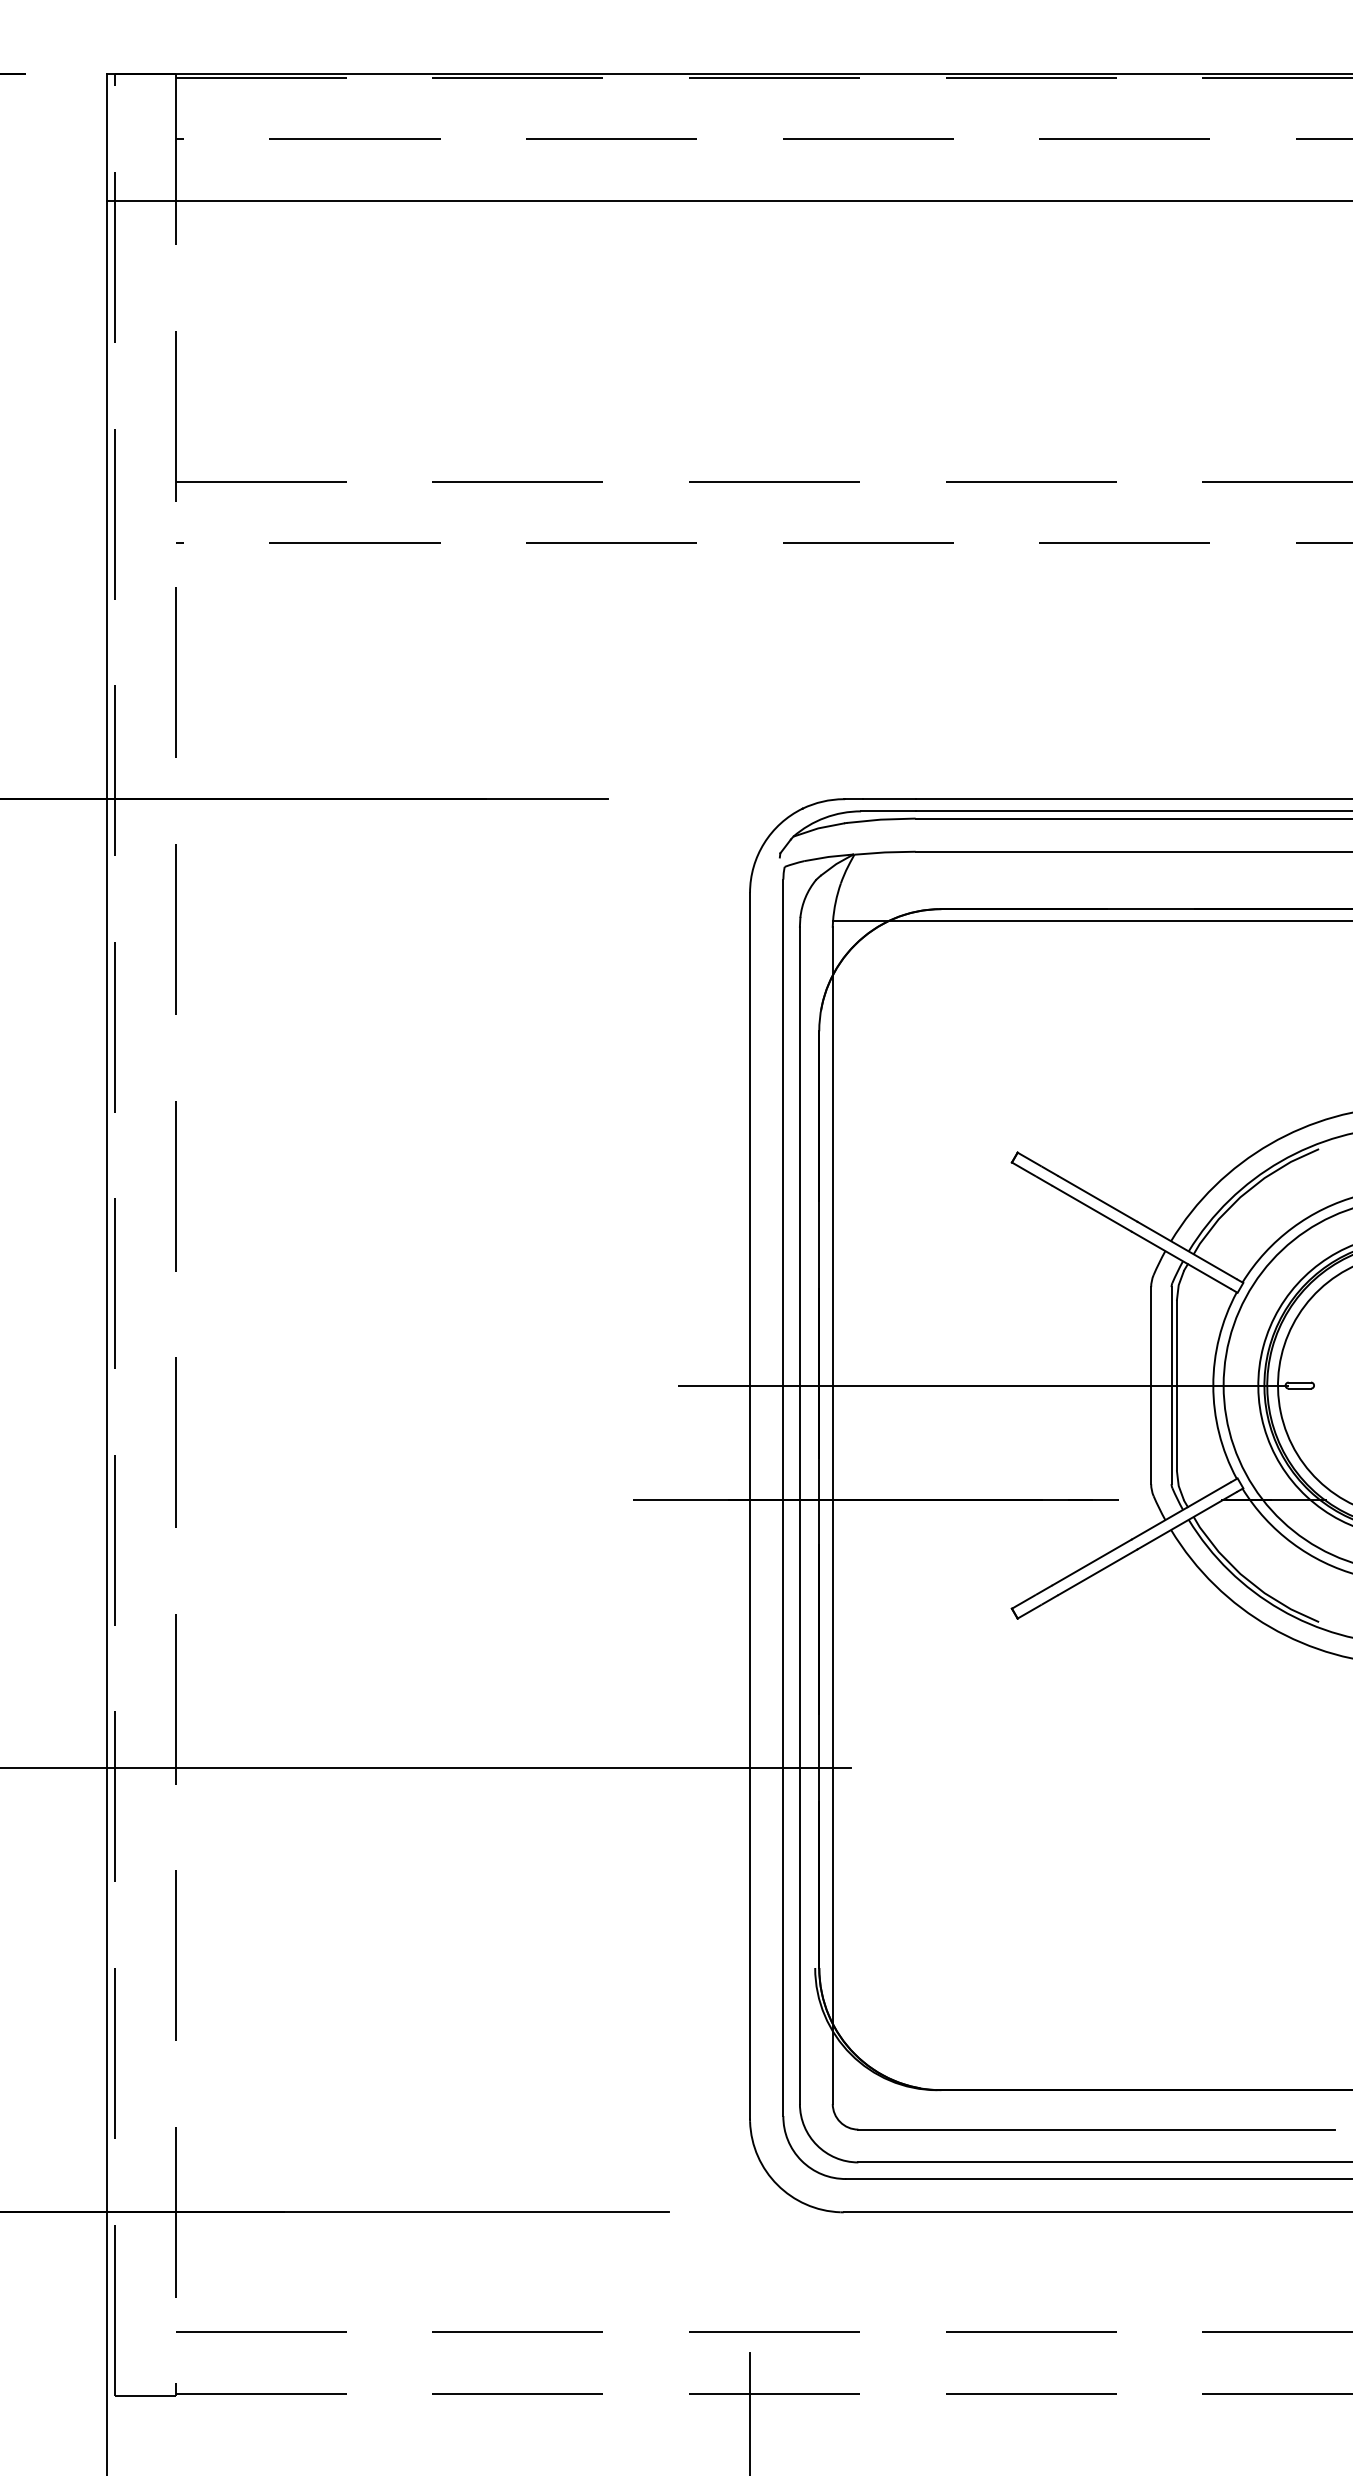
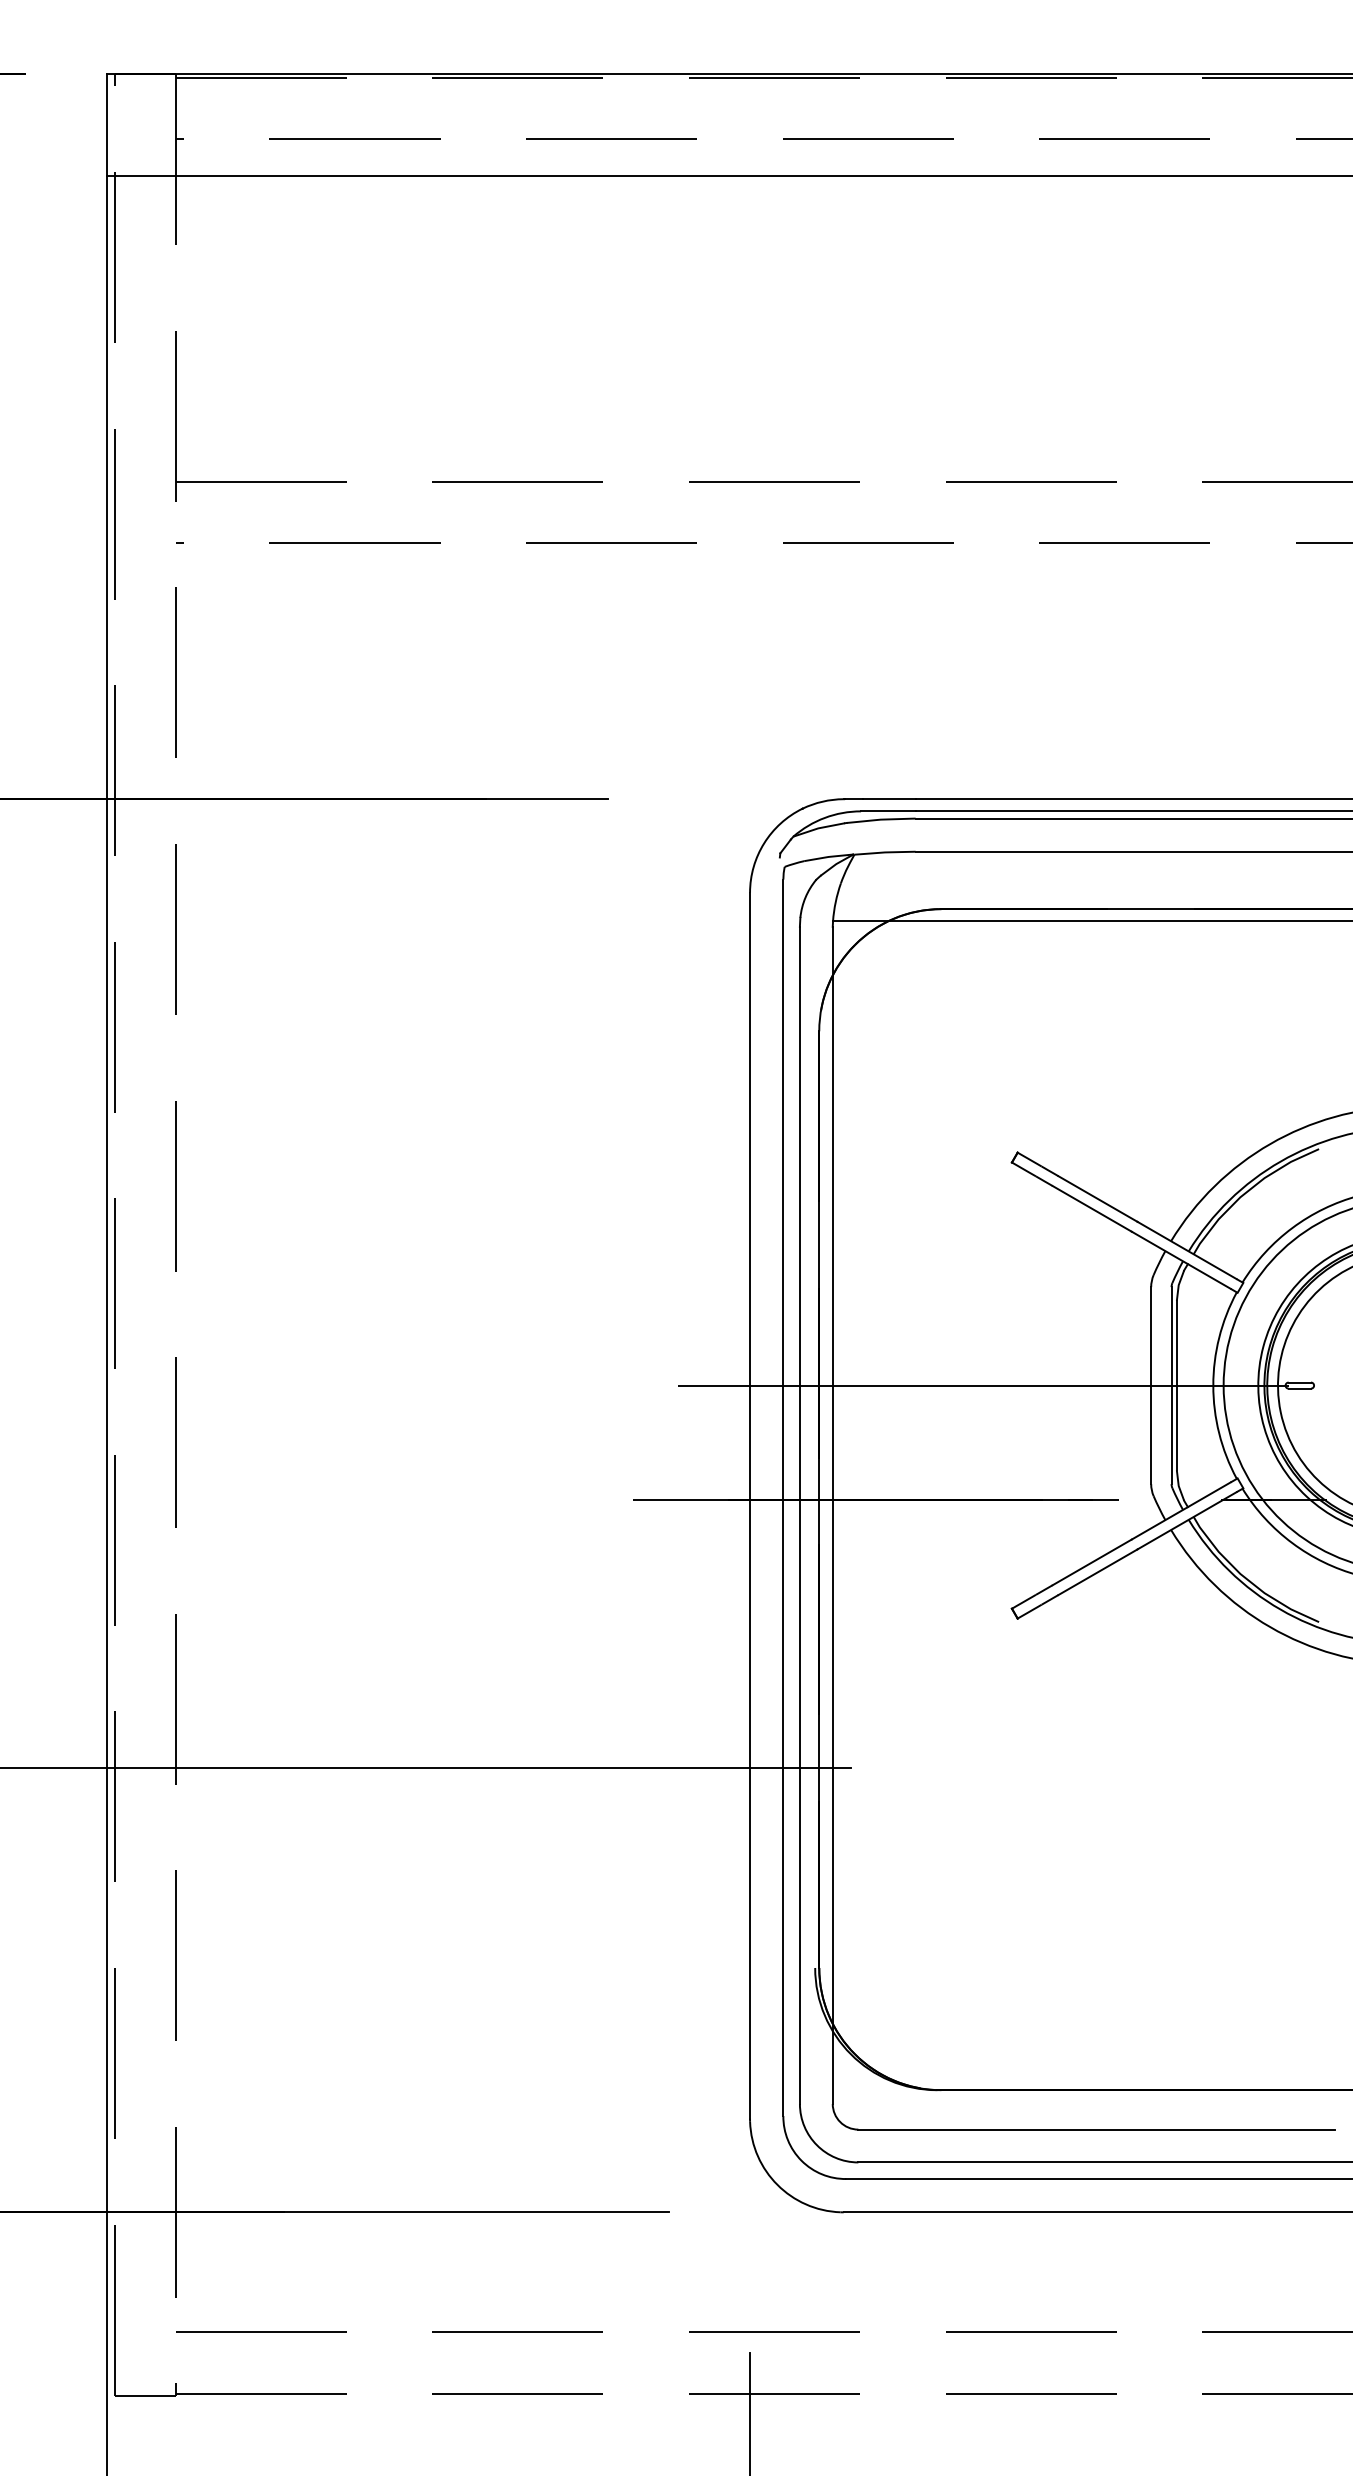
line at (727, 201) position: (727, 201) -> (727, 176)
